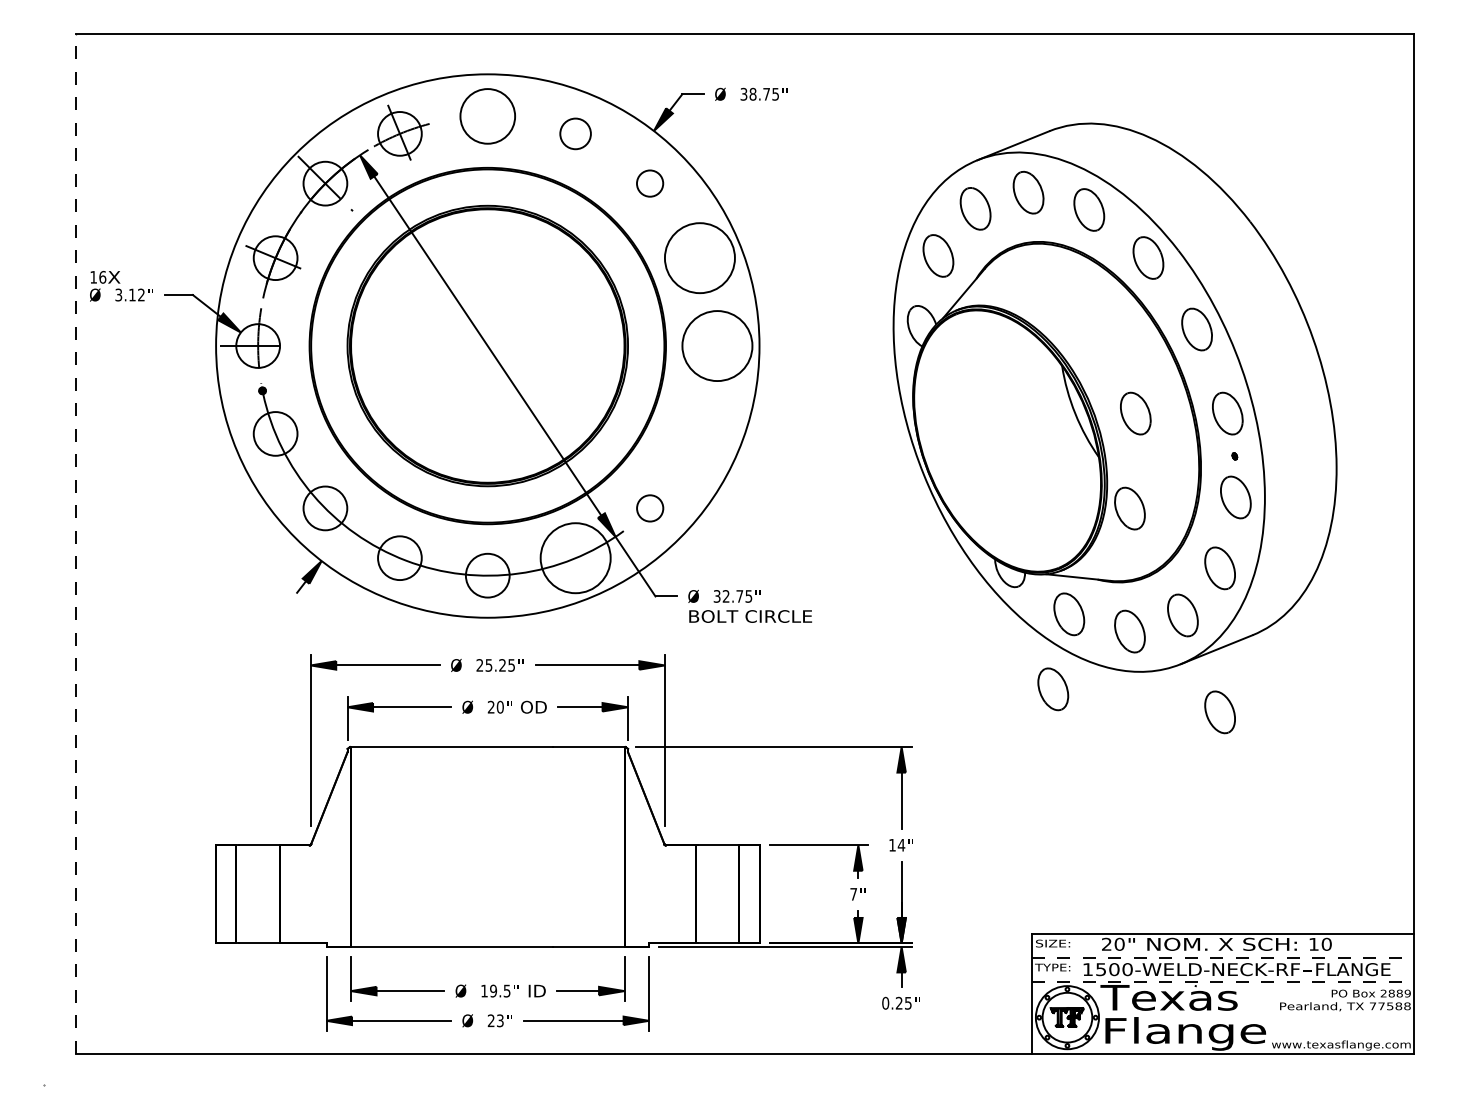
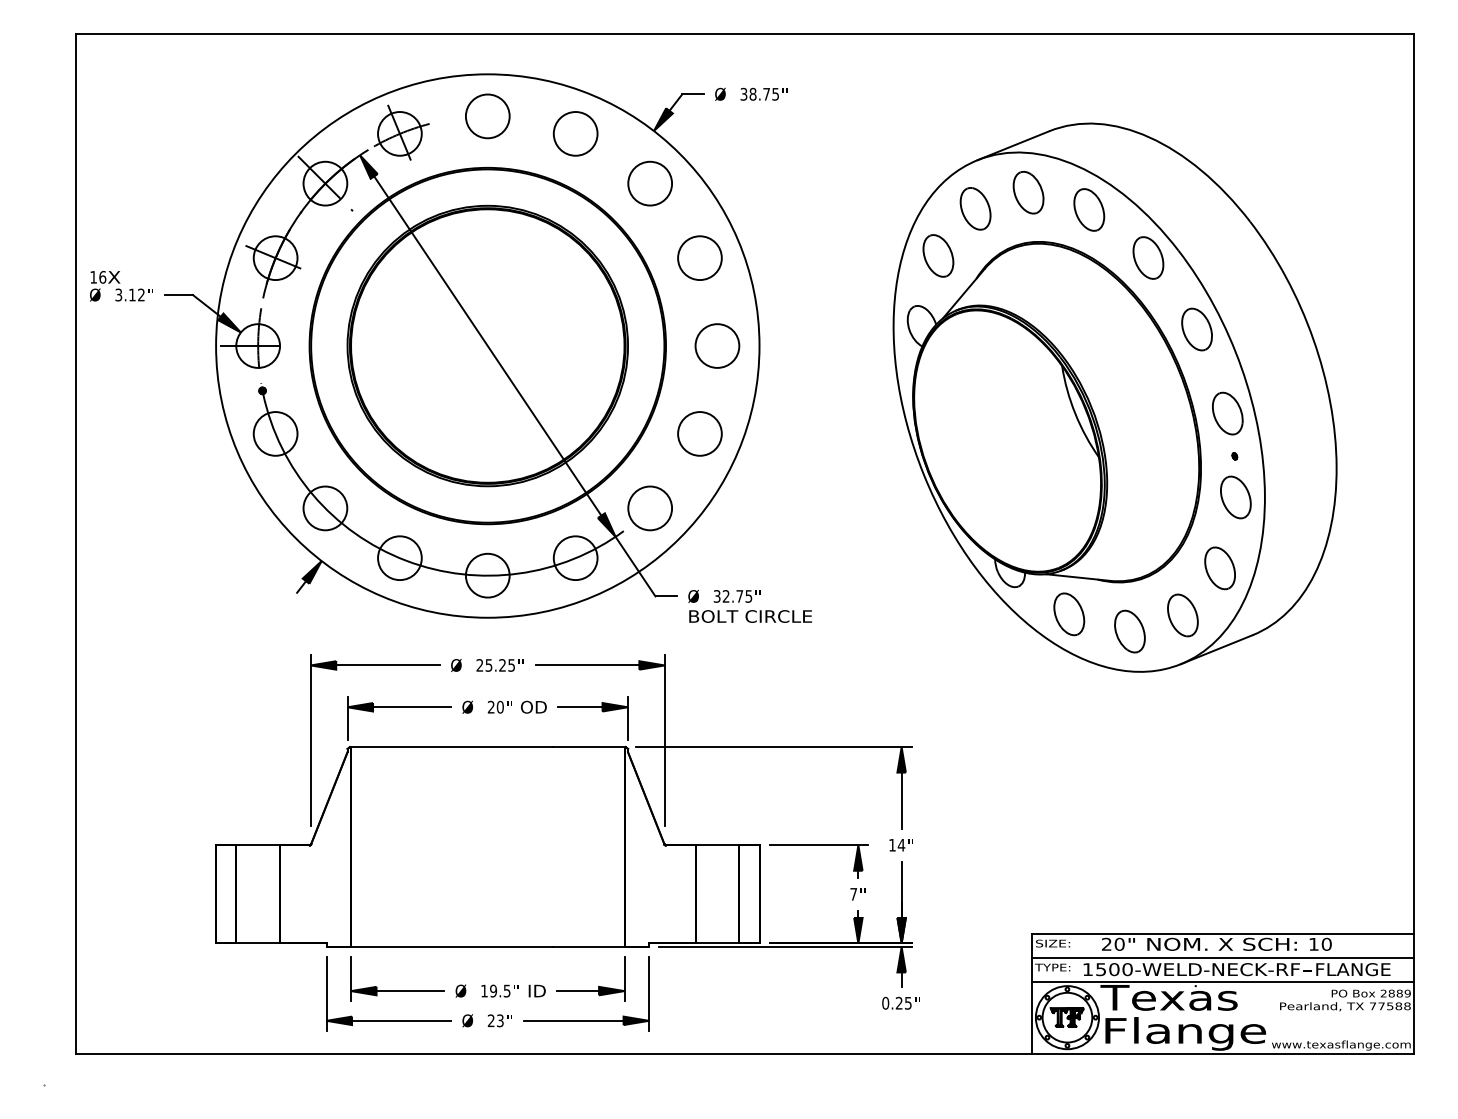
circle at (487, 116) diameter: 55 px -> 44 px
circle at (575, 133) size: 33x34 px -> 47x46 px
circle at (650, 183) size: 29x29 px -> 46x47 px
circle at (699, 258) diameter: 70 px -> 44 px
circle at (717, 346) diameter: 70 px -> 44 px
part at (1135, 413): present -> none
circle at (699, 433): none -> present
circle at (650, 508) diameter: 26 px -> 44 px
part at (1129, 508): present -> none
line at (75, 543): dashed -> solid
circle at (575, 558) diameter: 70 px -> 44 px
part at (1053, 689): present -> none
part at (1219, 712): present -> none
line at (1223, 957): dashed -> solid
line at (1223, 981): dashed -> solid
